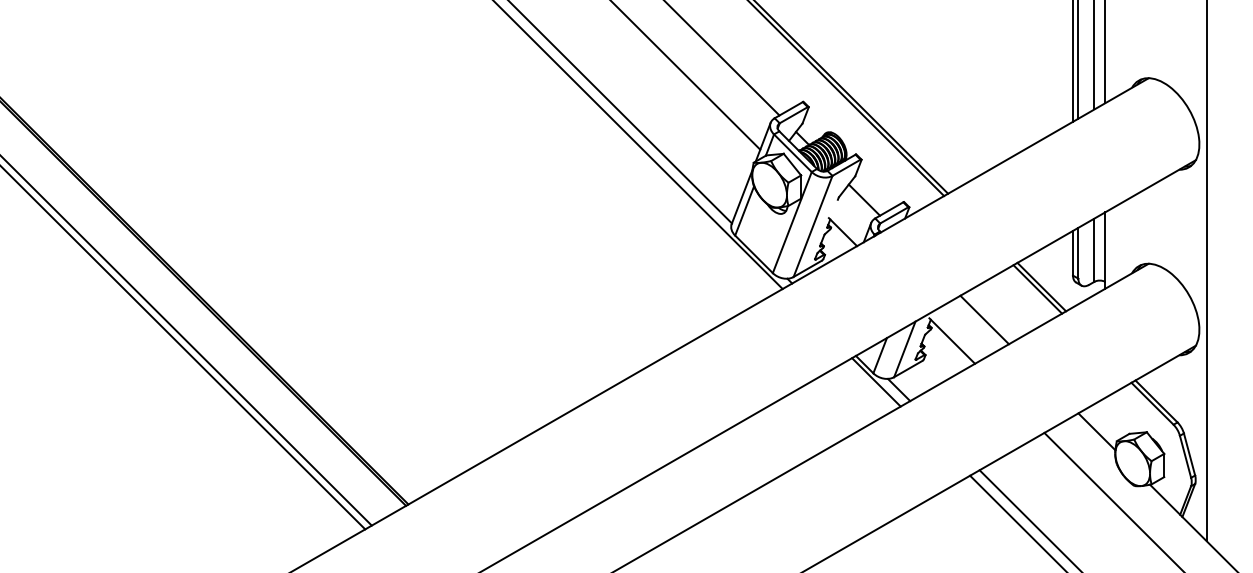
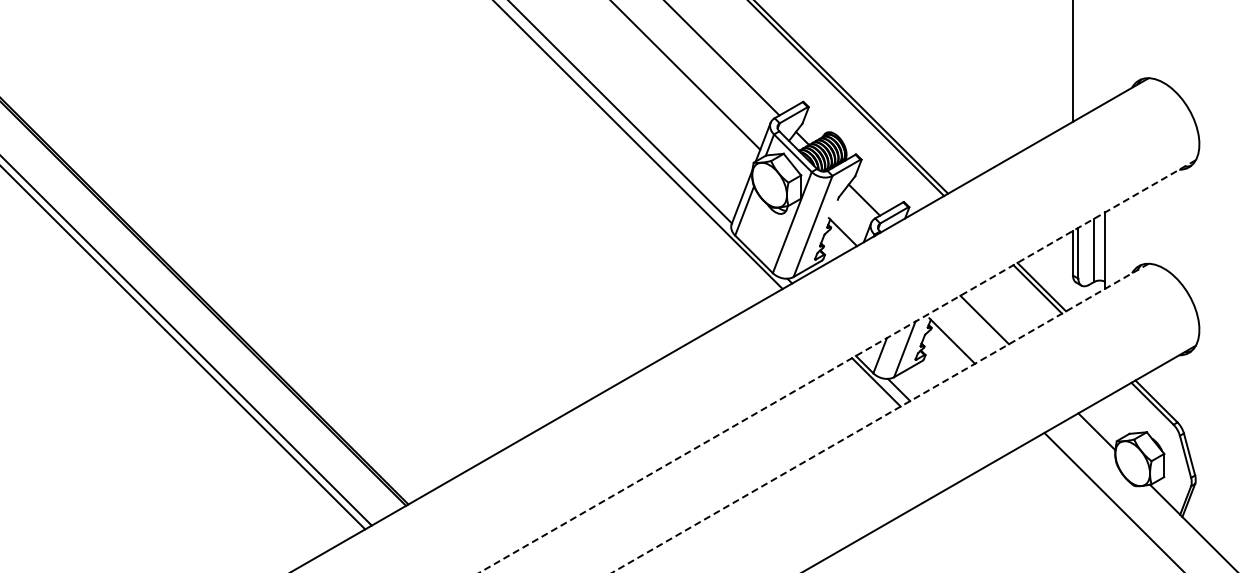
line at (1105, 52): present -> none
line at (1094, 55): present -> none
line at (1078, 60): present -> none
line at (1206, 271): present -> none
line at (837, 366): solid -> dashed
line at (880, 418): solid -> dashed
line at (1029, 519): present -> none
line at (1017, 522): present -> none
